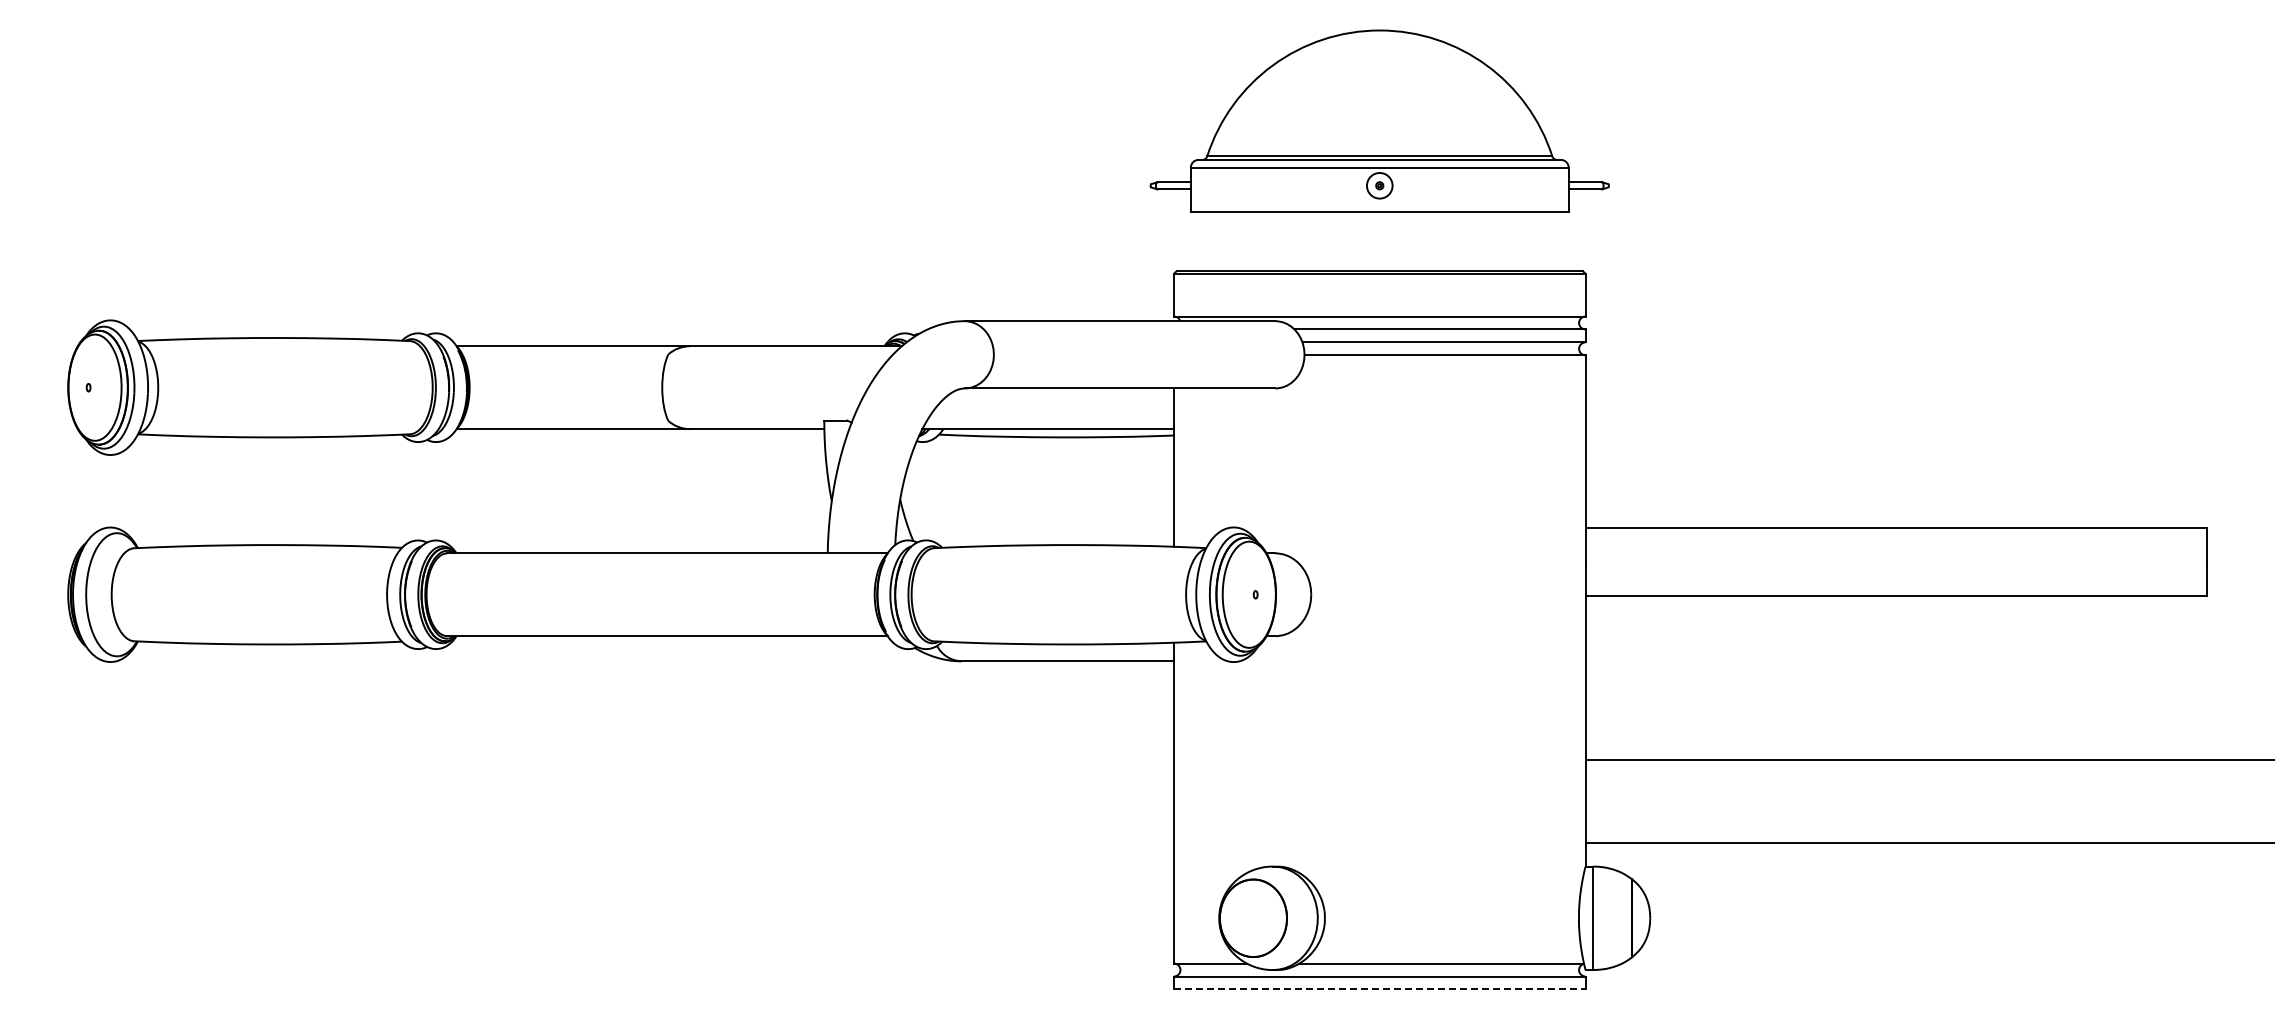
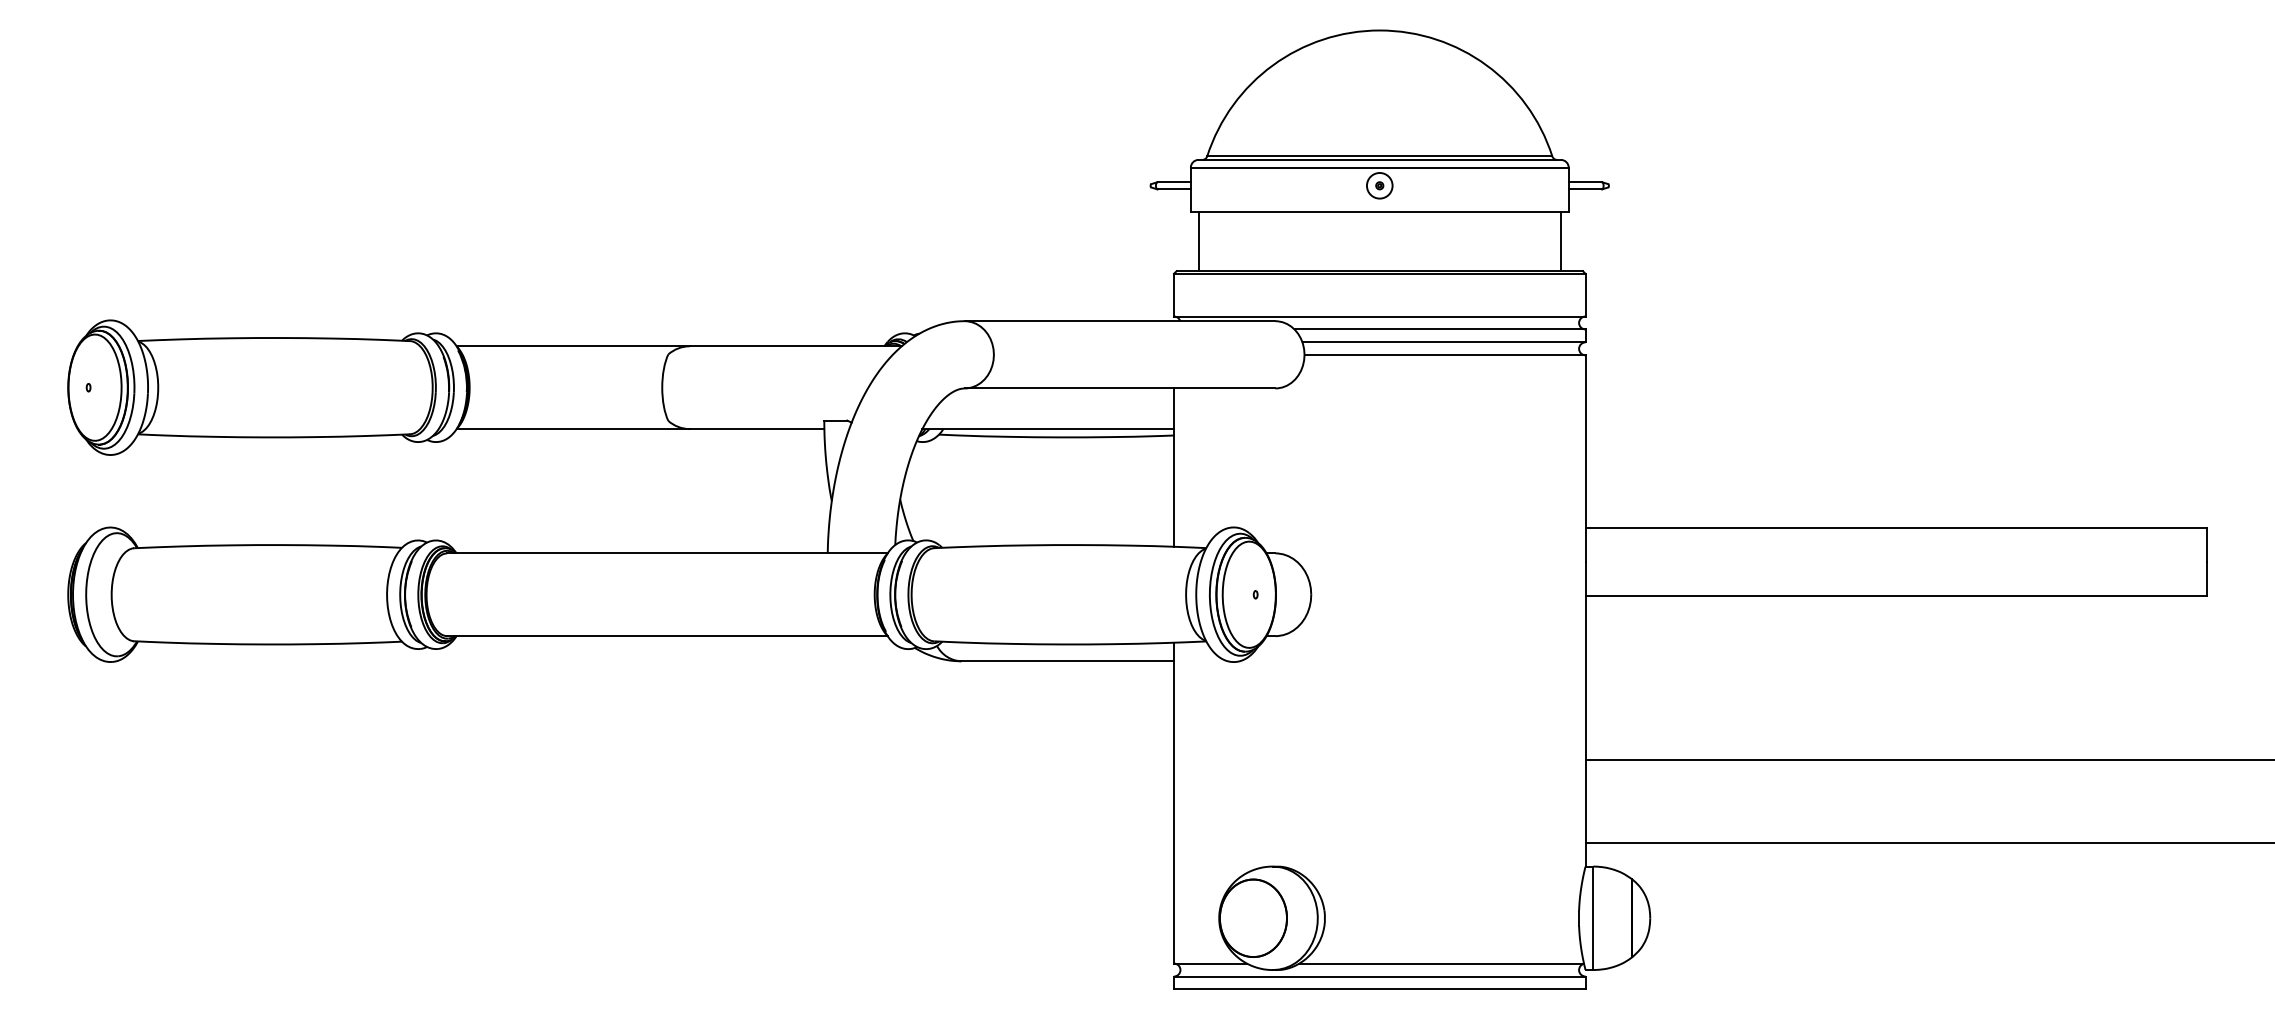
line at (1198, 241): none -> present
line at (1560, 241): none -> present
line at (1379, 989): dashed -> solid
